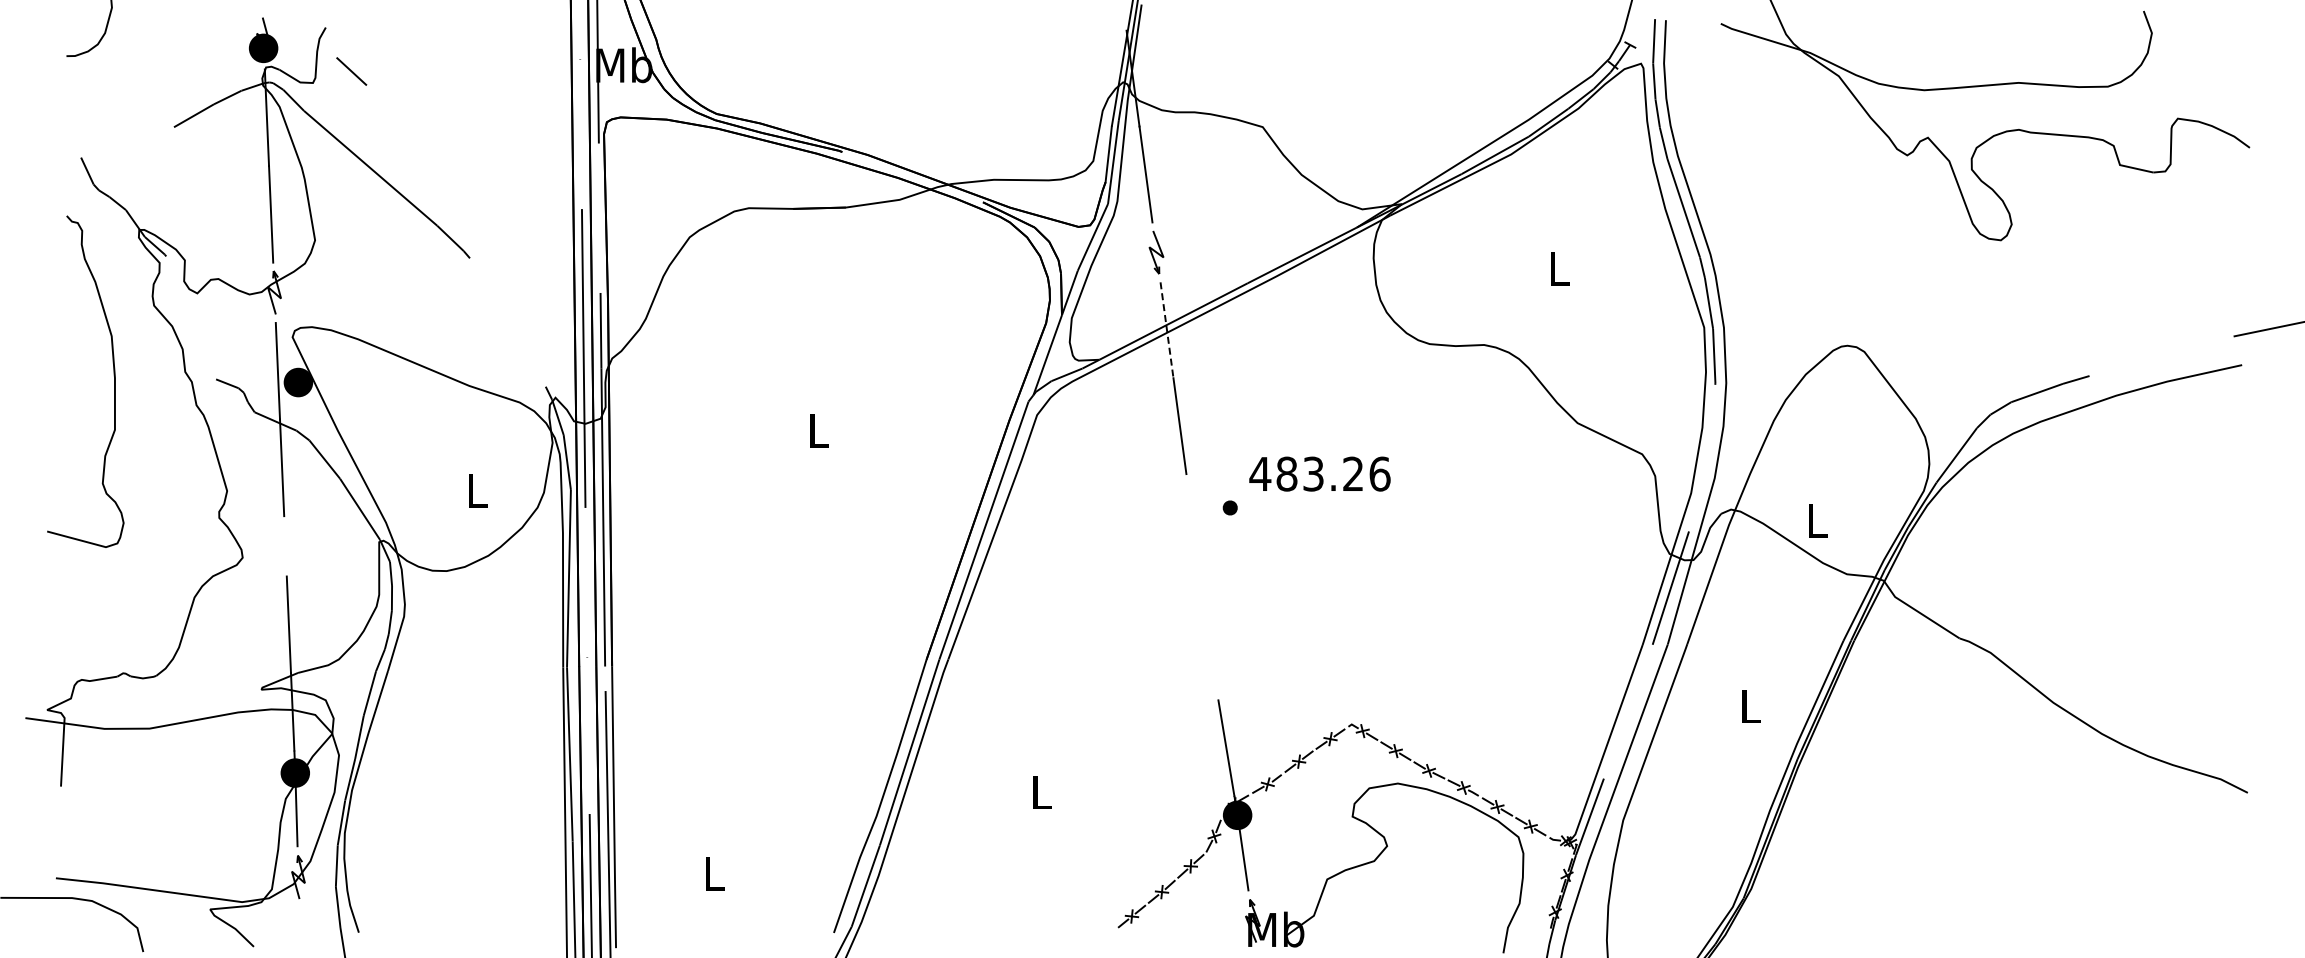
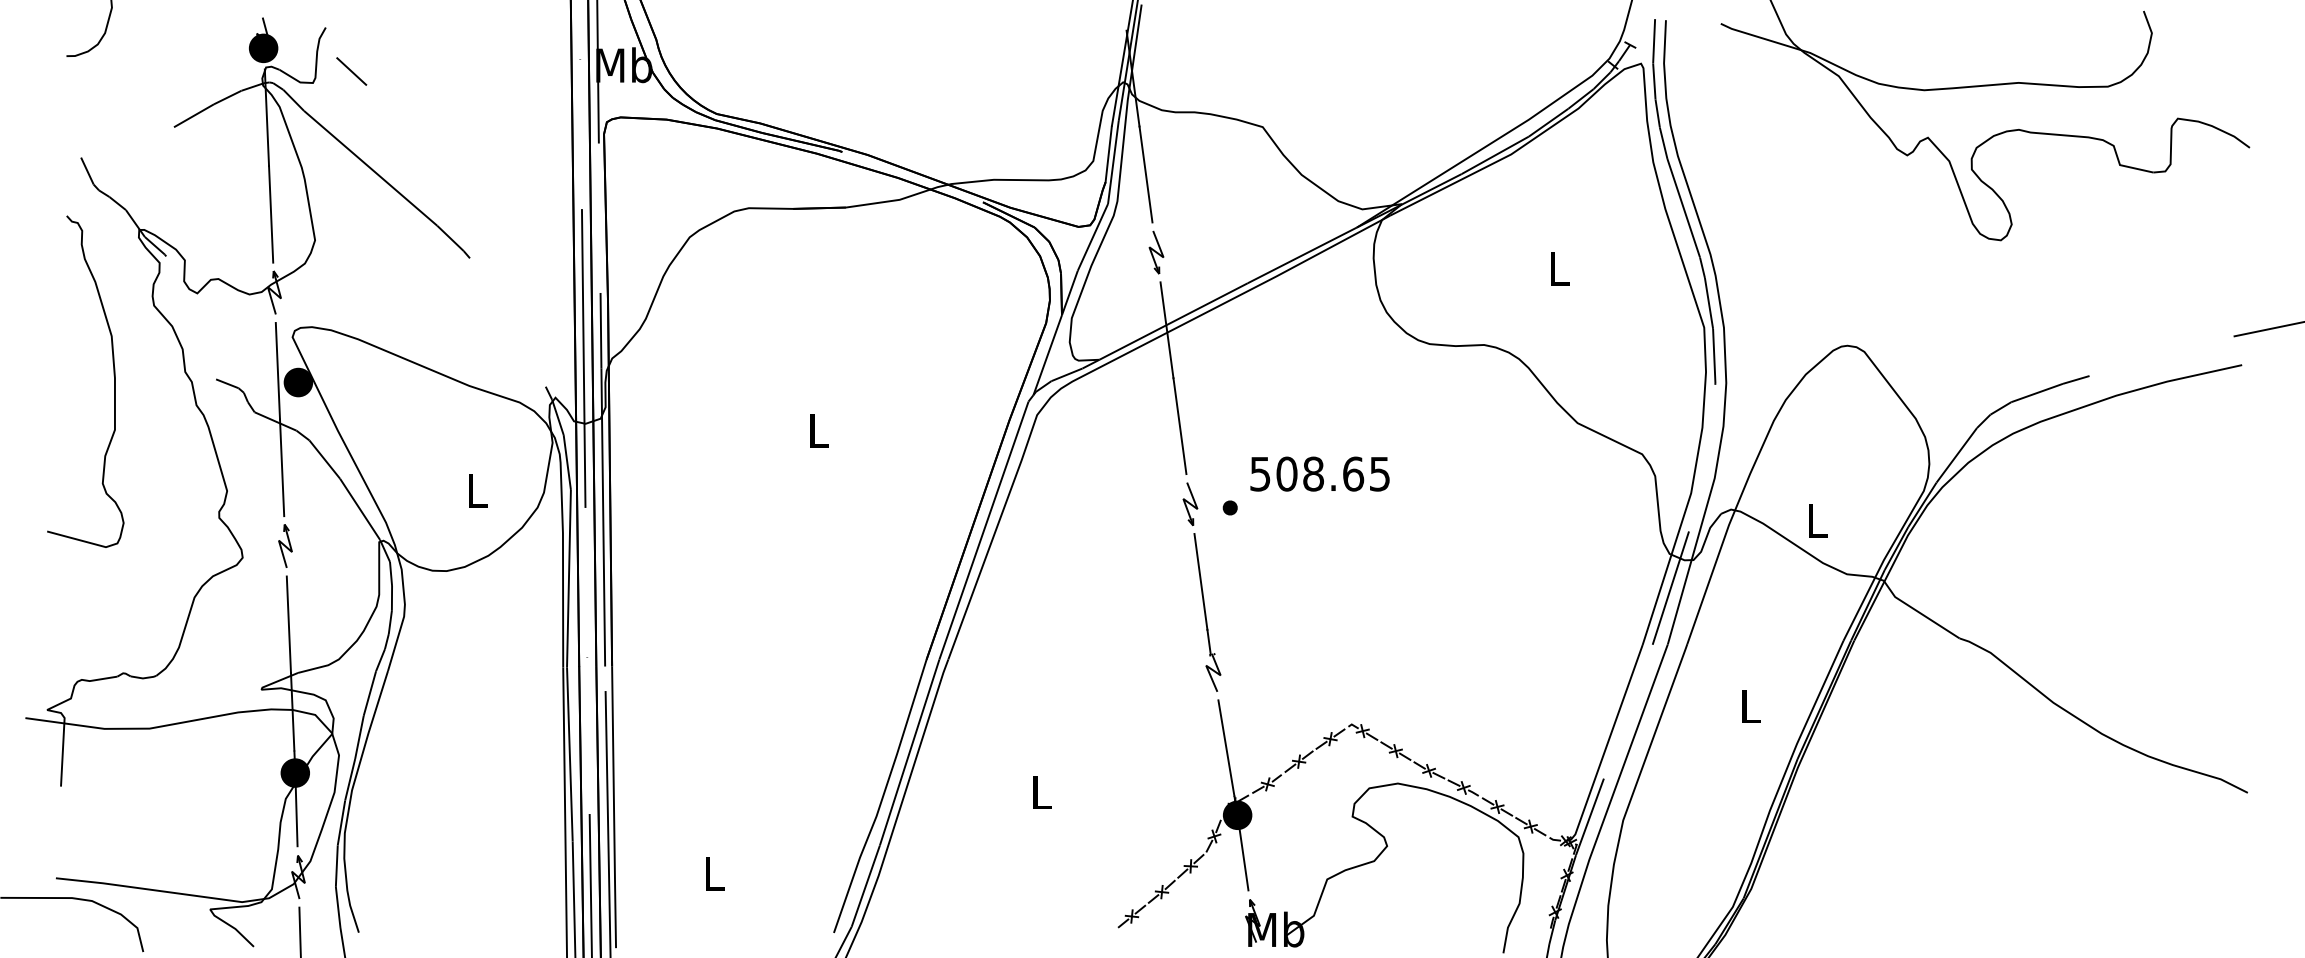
line at (1167, 330): dashed -> solid
text at (1319, 473): 483.26 -> 508.65
part at (285, 545): none -> present
part at (1201, 586): none -> present
line at (299, 930): none -> present
